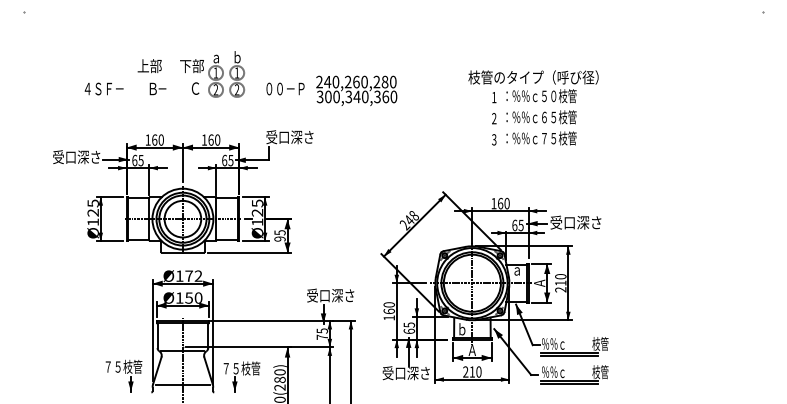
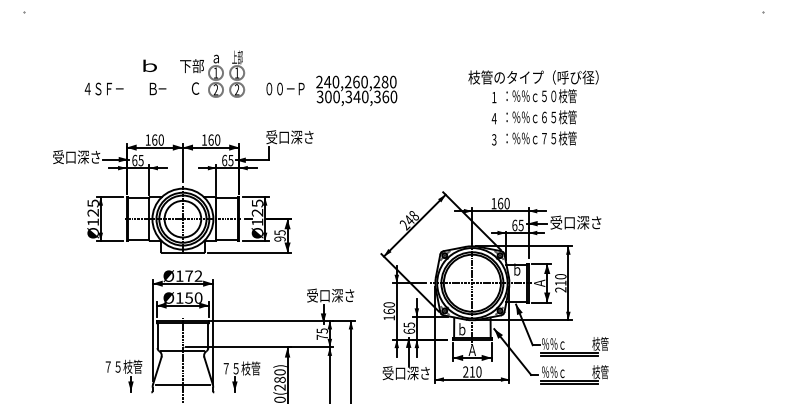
text at (237, 57): ｂ -> 上部
text at (149, 66): 上部 -> ｂ
text at (493, 118): 2 -> 4
text at (517, 269): ａ -> ｂ
